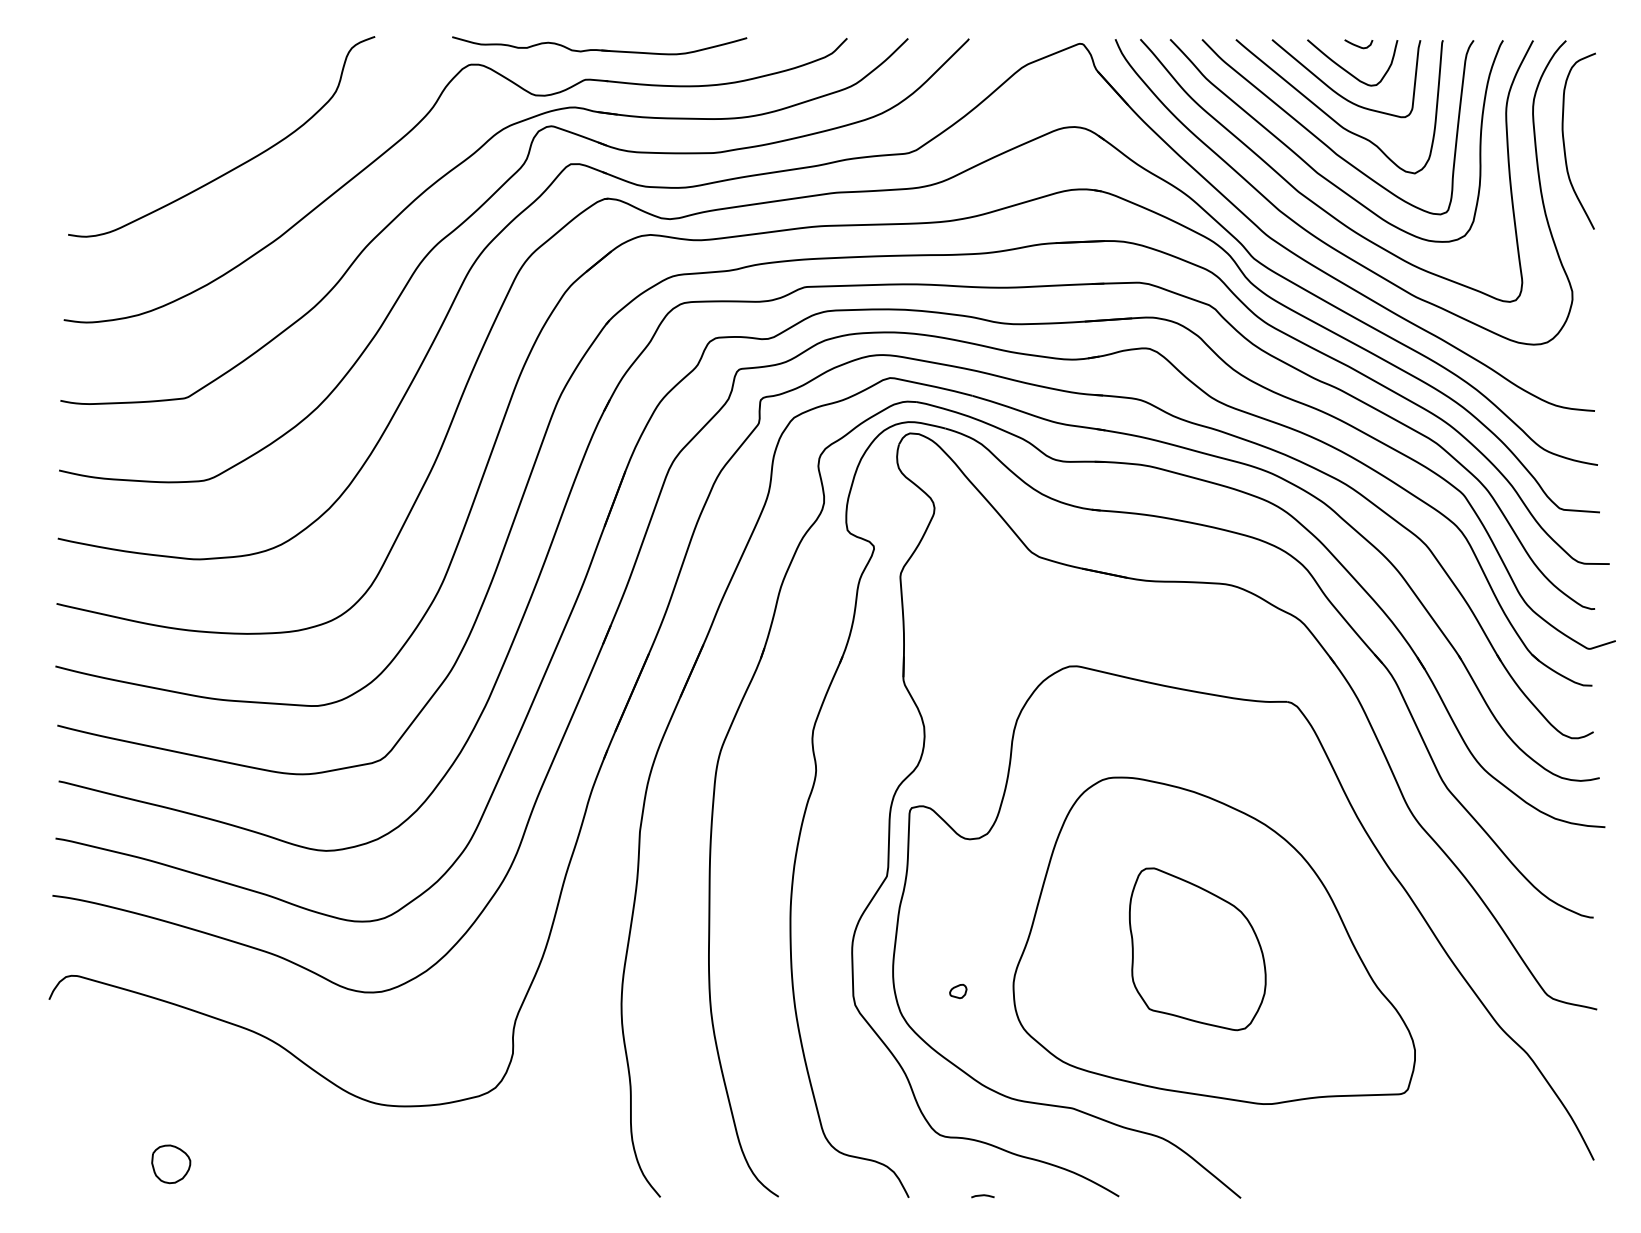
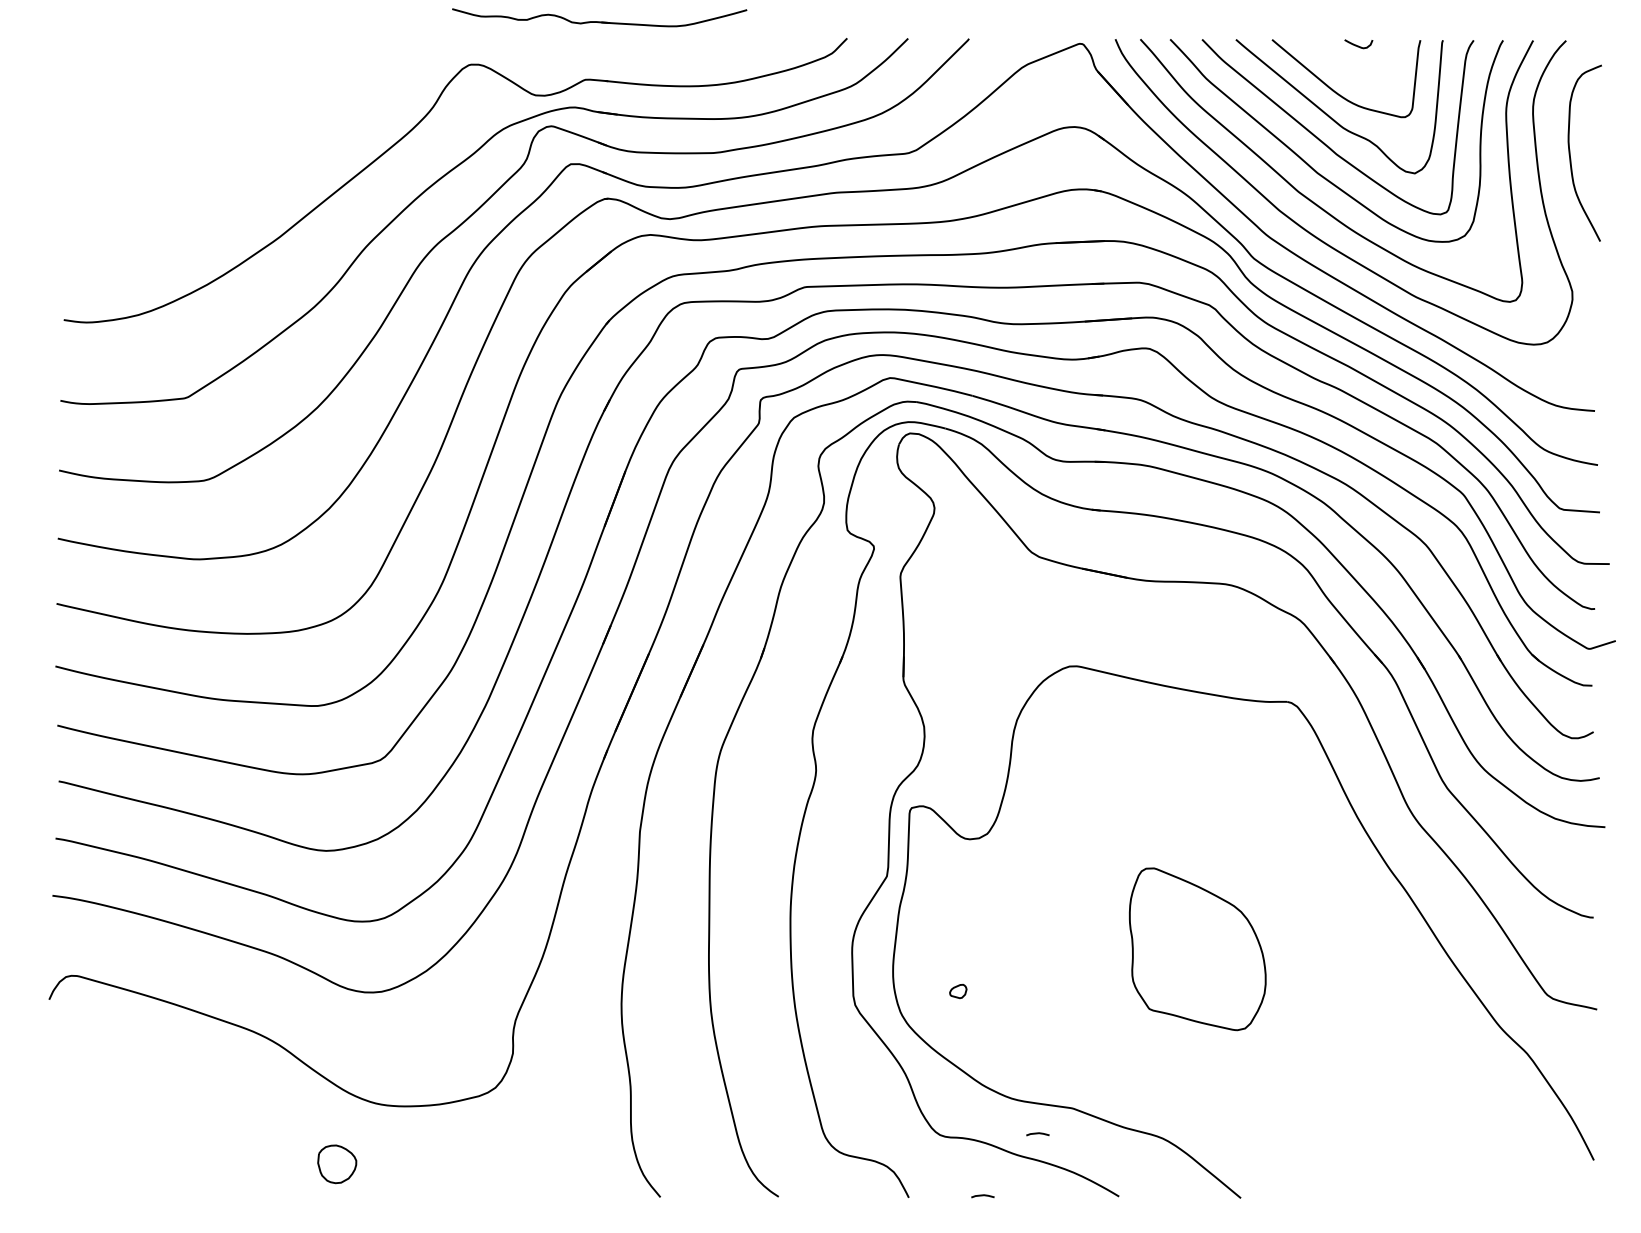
part at (599, 45) position: (599, 45) -> (599, 17)
curve at (1347, 70): present -> none
curve at (1564, 140) position: (1564, 140) -> (1570, 152)
curve at (236, 166): present -> none
part at (1213, 940): present -> none
line at (1037, 1134): none -> present
part at (171, 1164) position: (171, 1164) -> (337, 1164)
